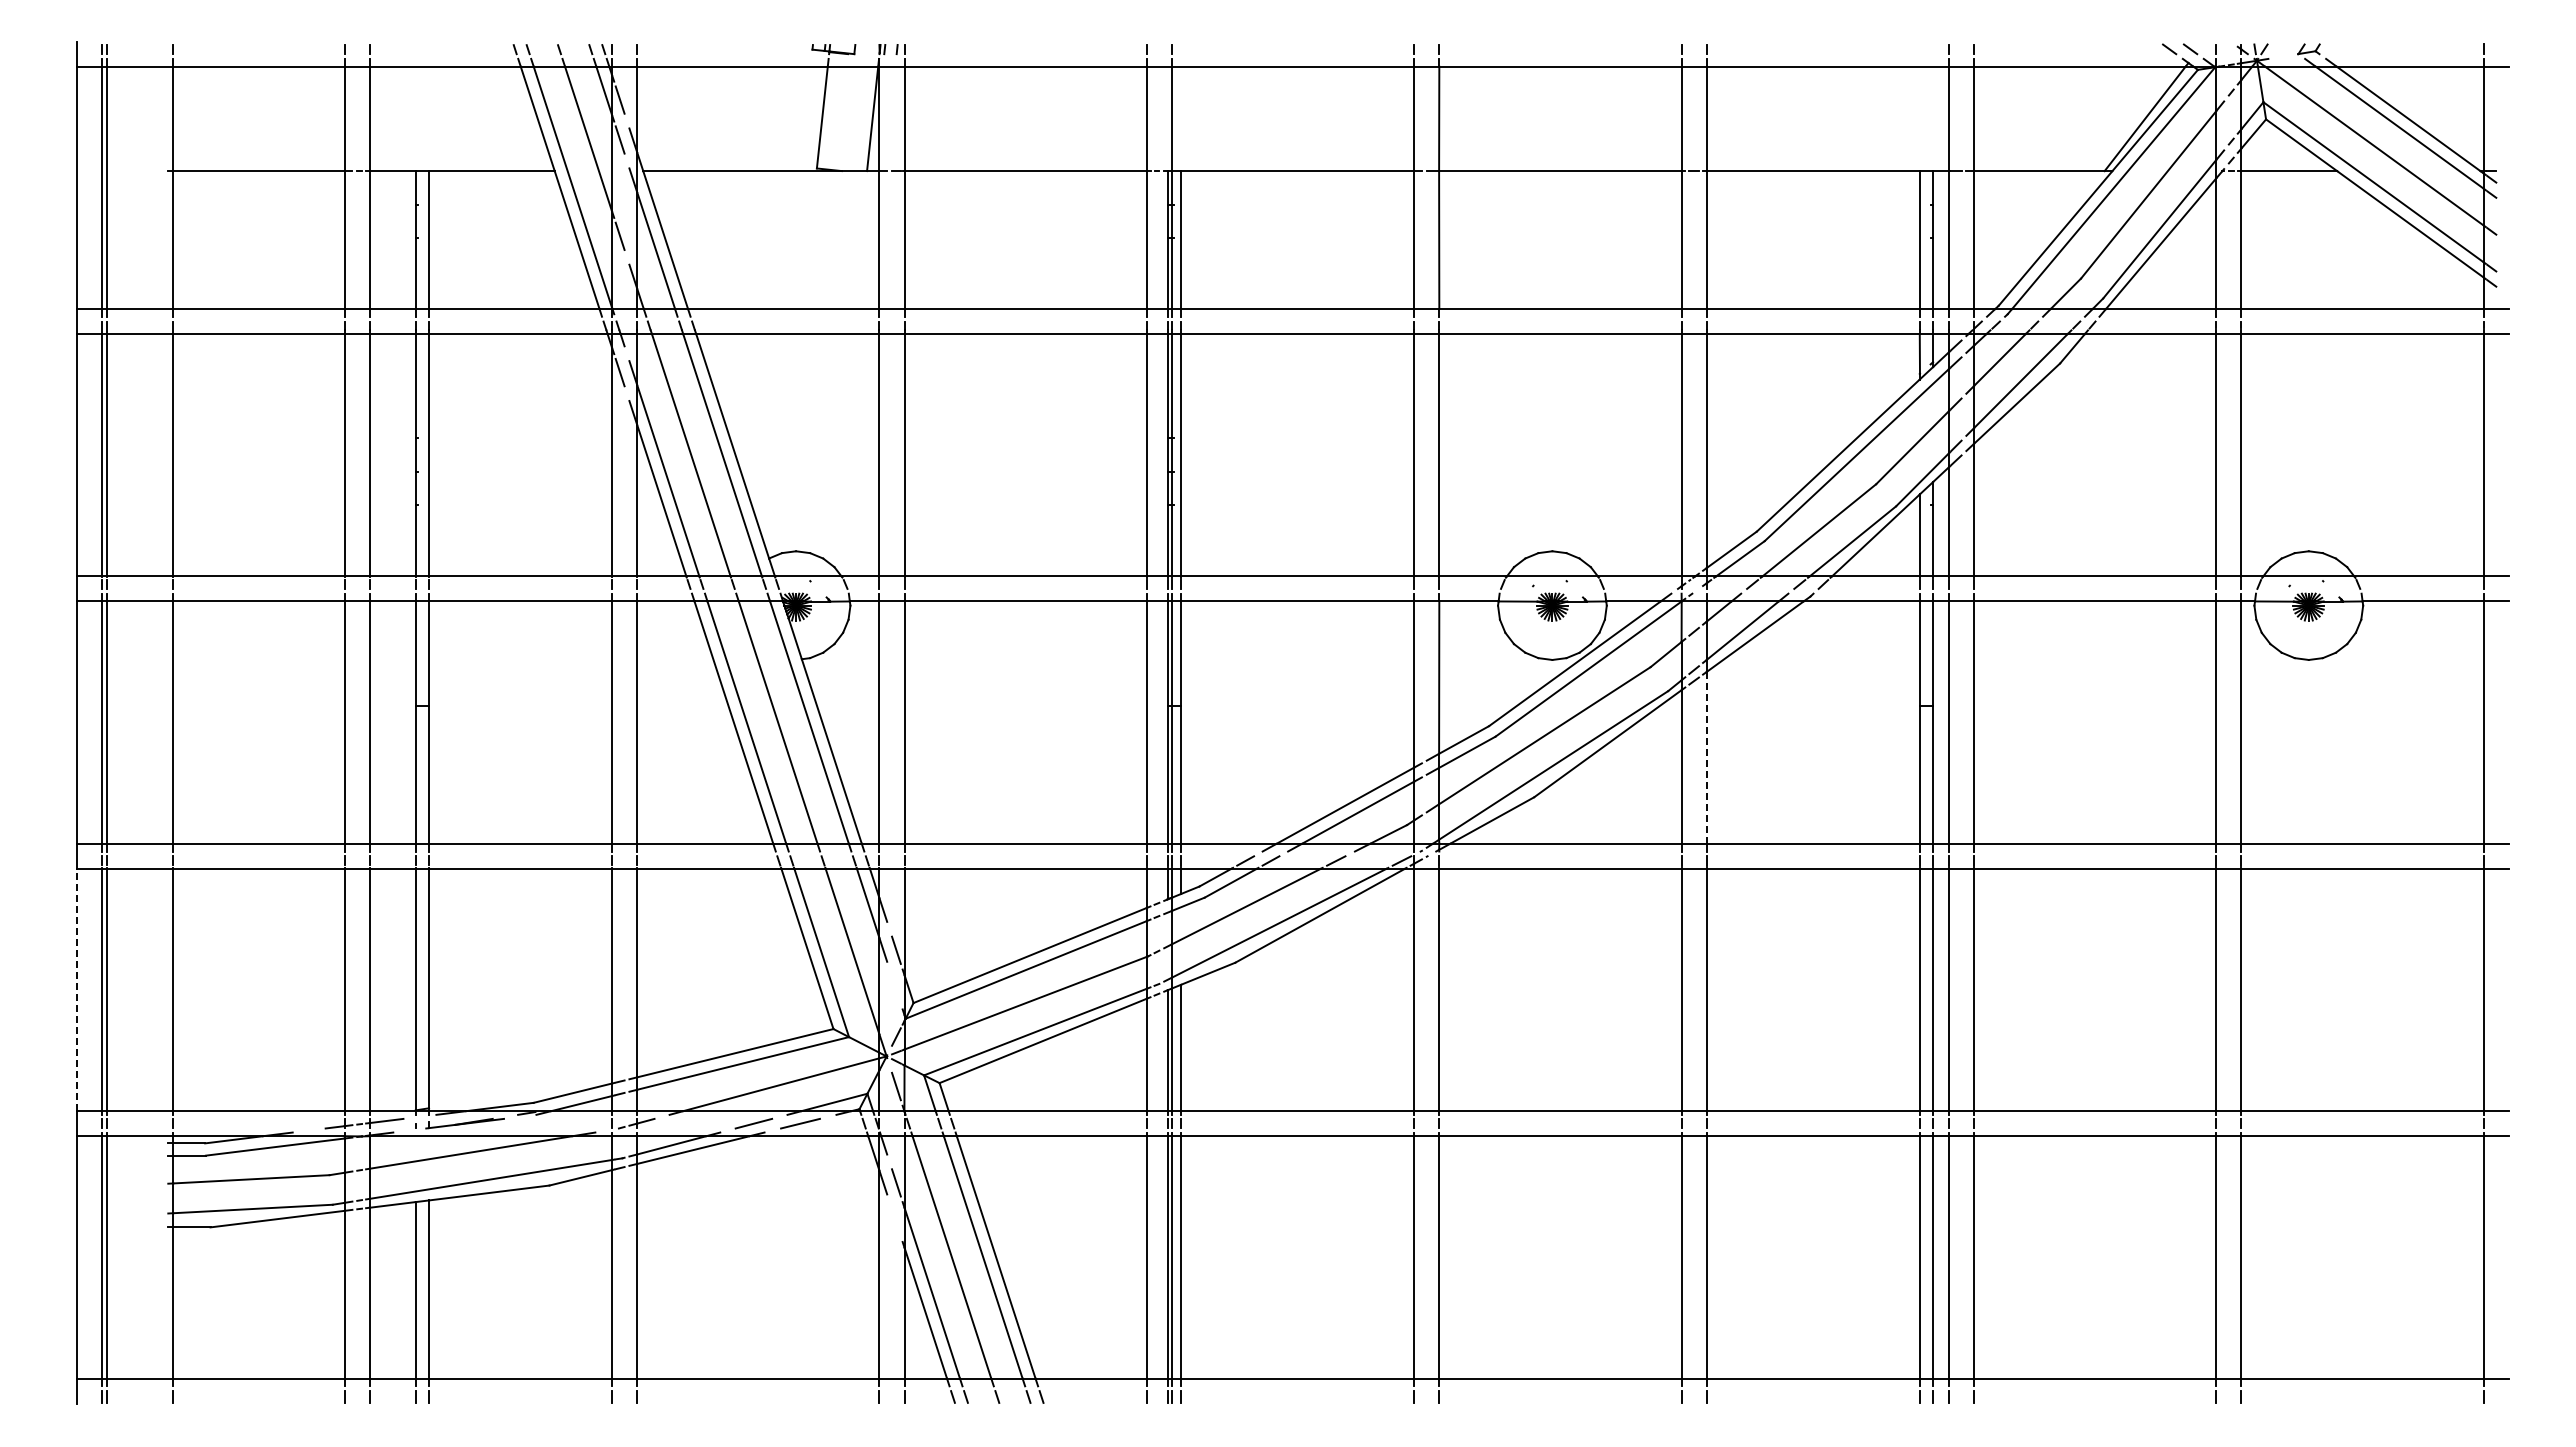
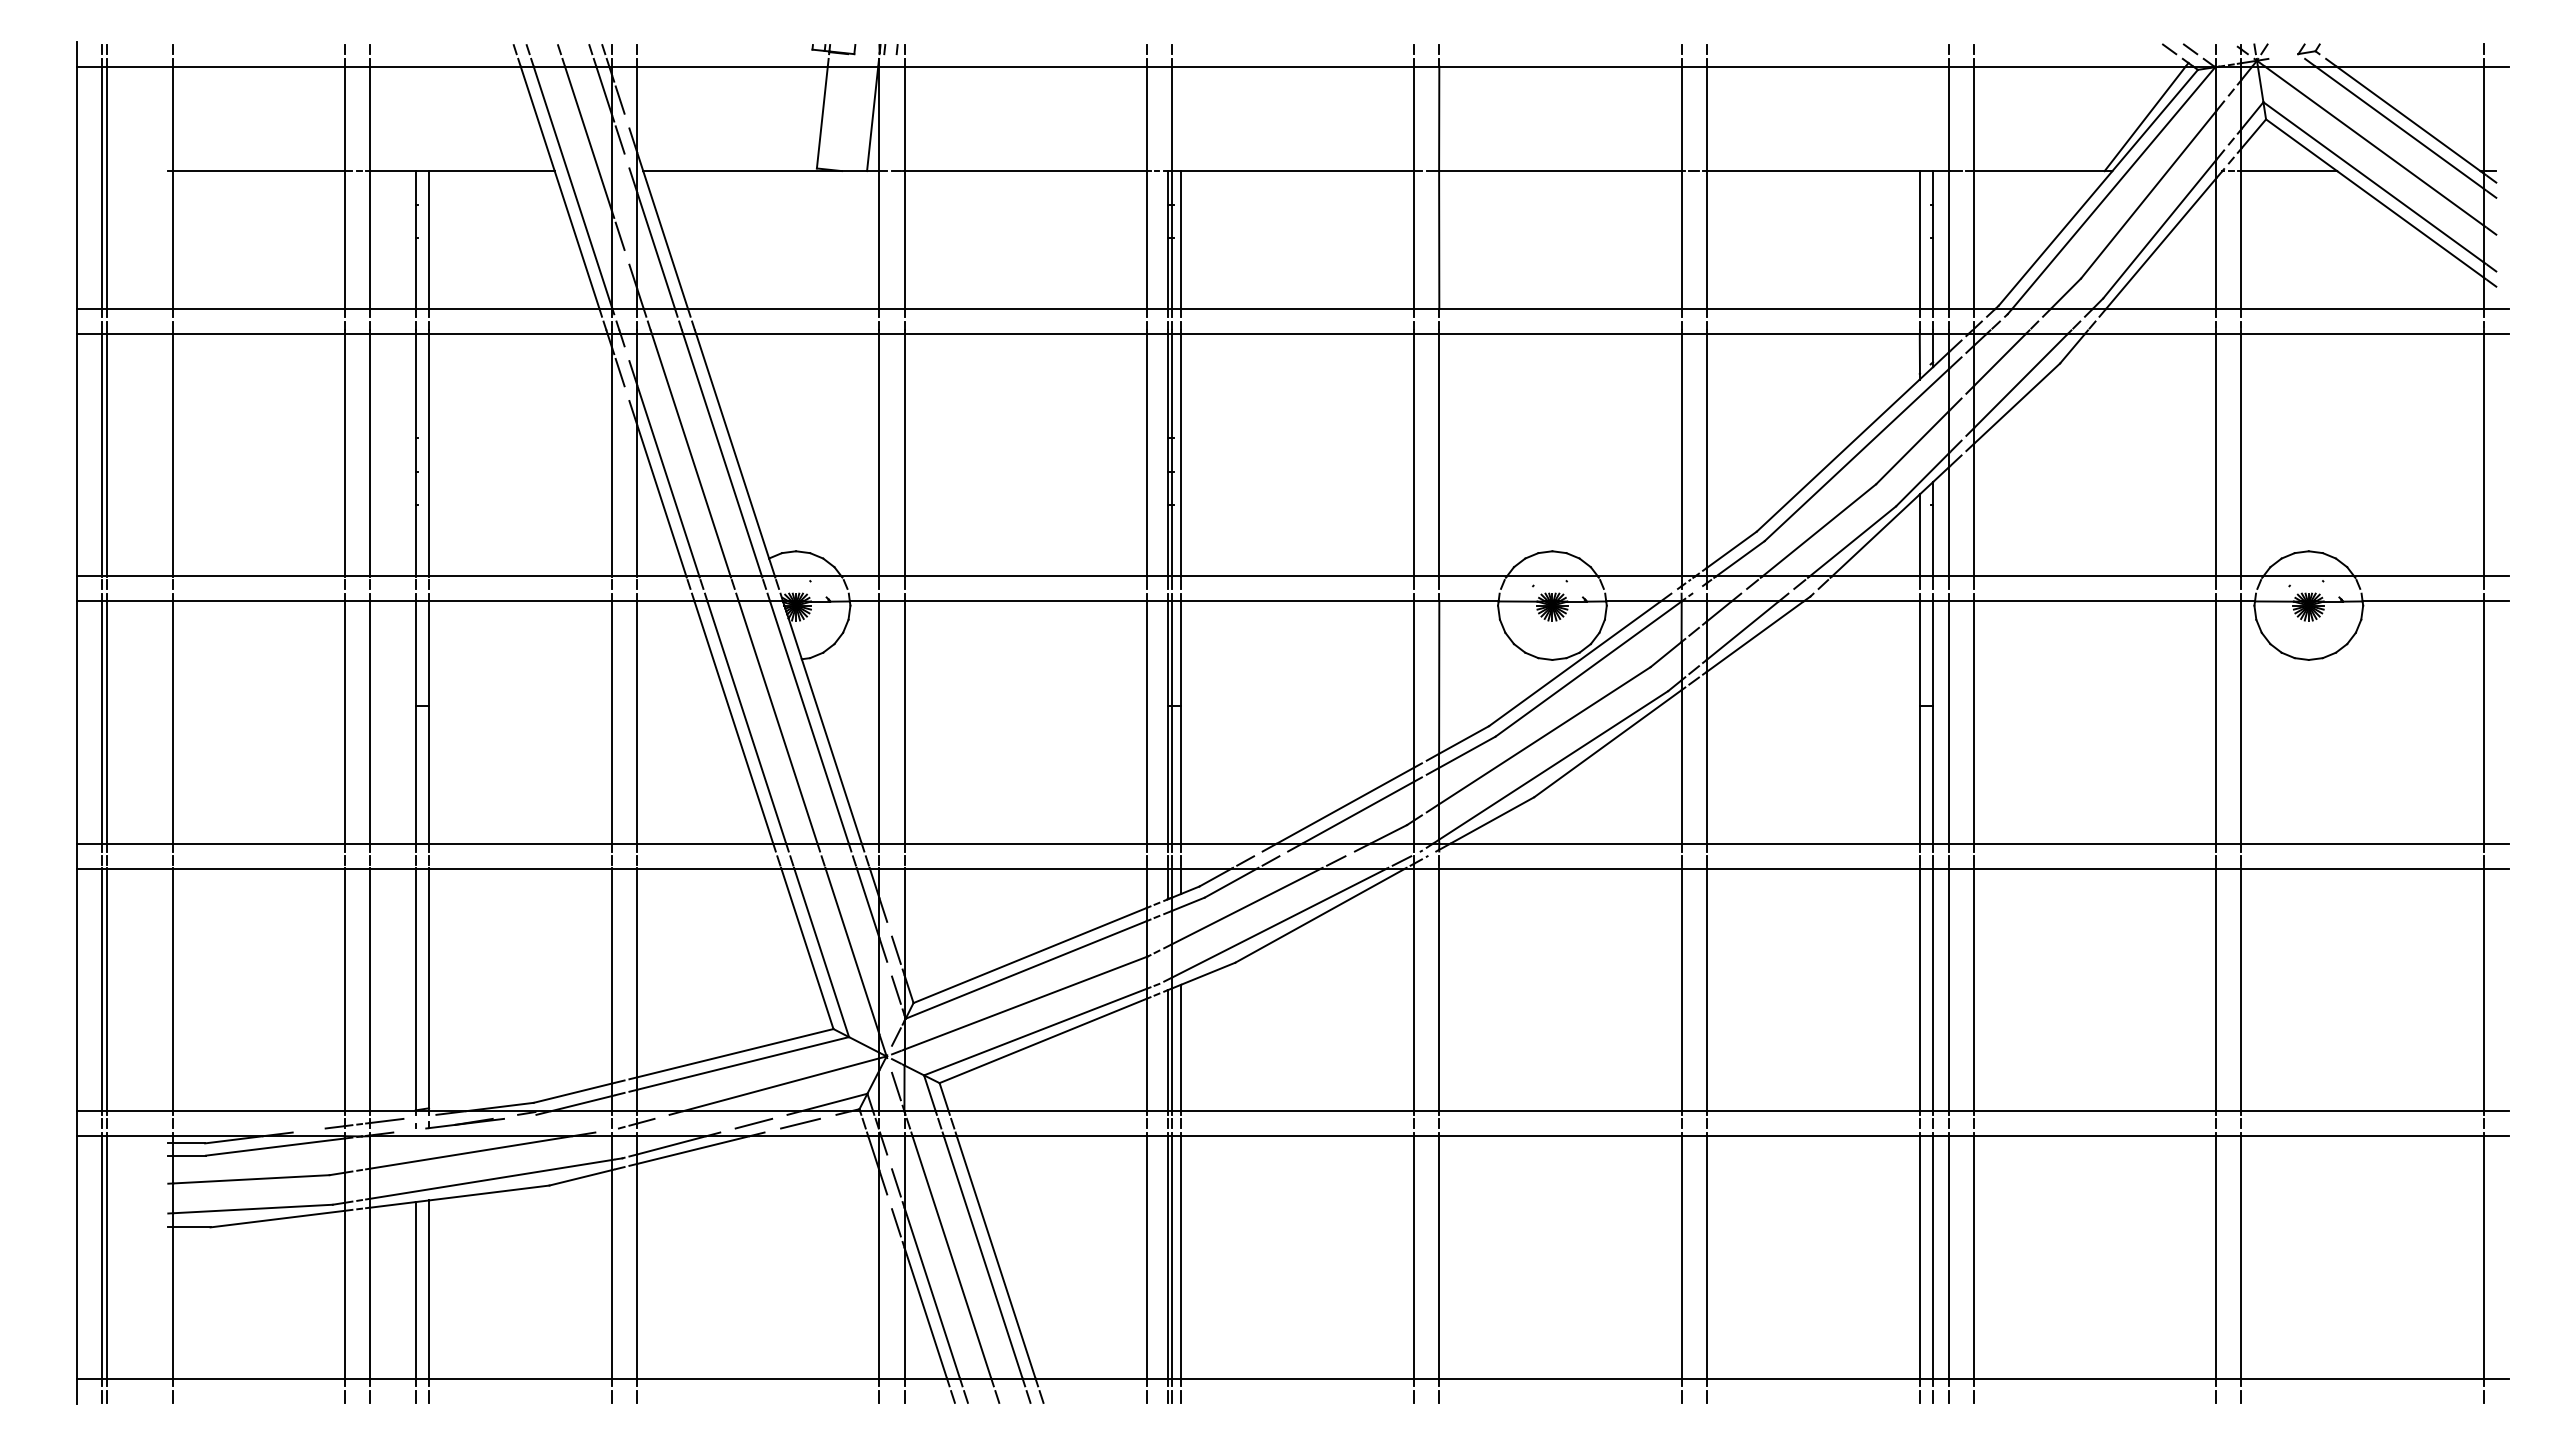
line at (1706, 757): dashed -> solid
line at (77, 989): dashed -> solid
line at (896, 989): none -> present
line at (896, 1222): none -> present
